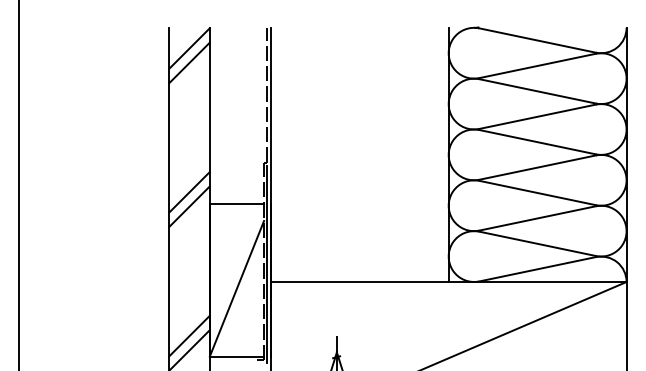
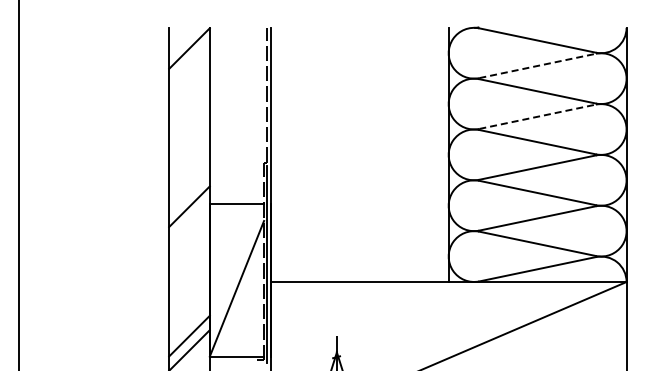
line at (189, 62): present -> none
line at (537, 65): solid -> dashed
line at (537, 116): solid -> dashed
line at (189, 192): present -> none
